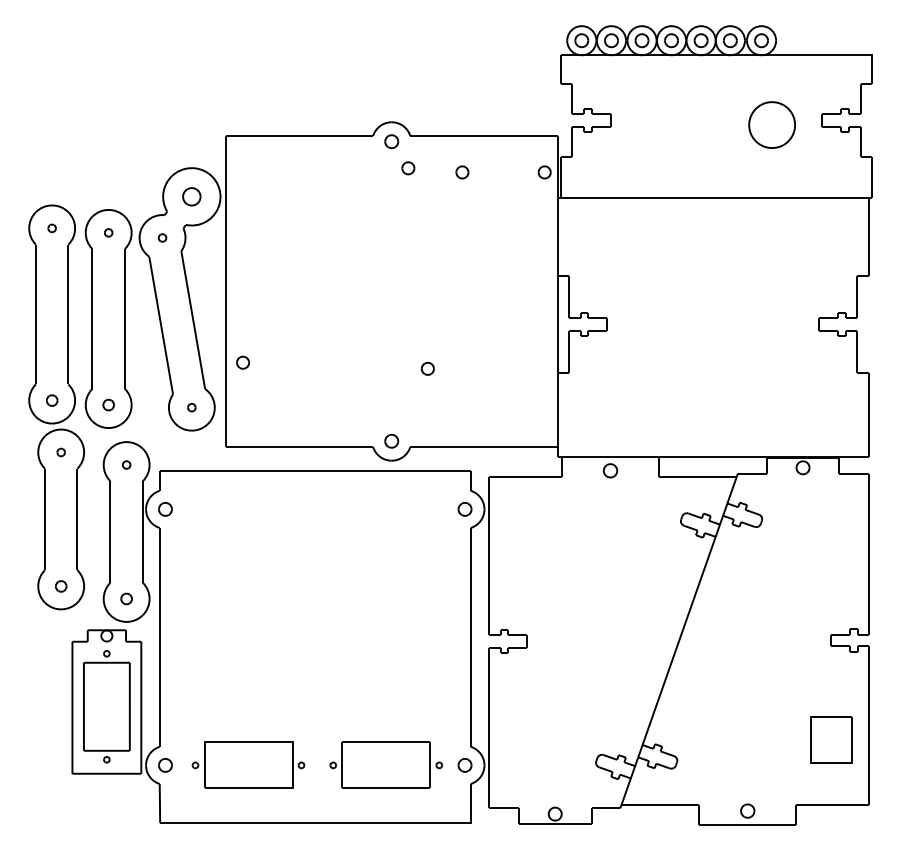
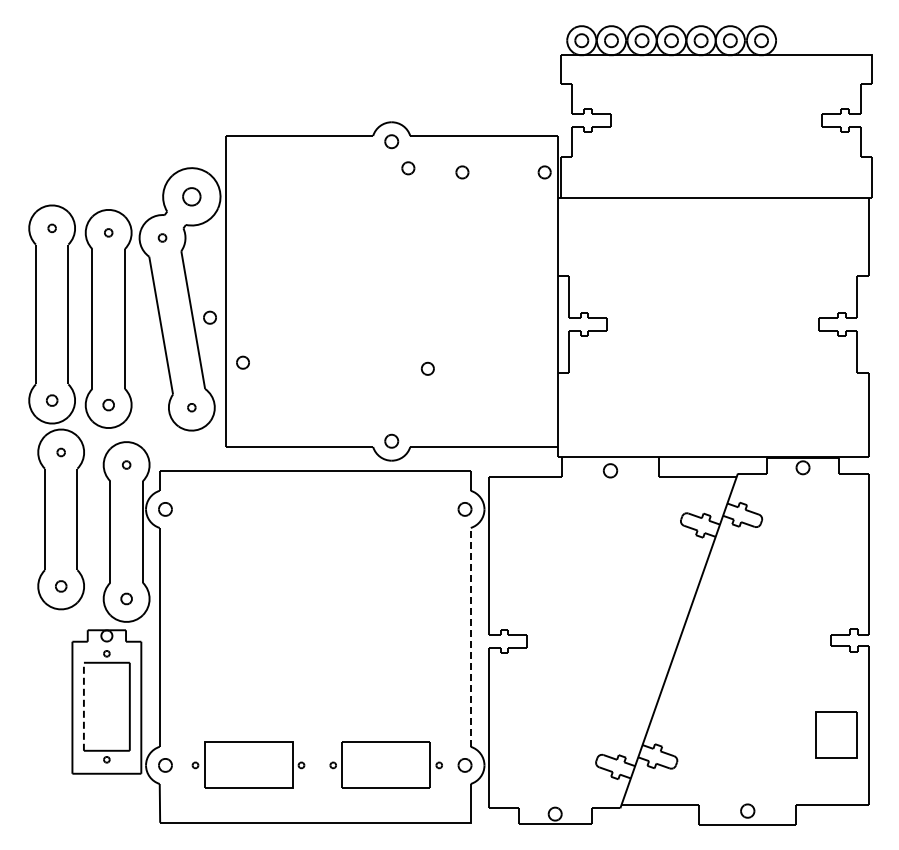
part at (771, 124): present -> none
part at (209, 317): none -> present
line at (470, 636): solid -> dashed
line at (83, 706): solid -> dashed
part at (831, 739) position: (831, 739) -> (836, 734)
